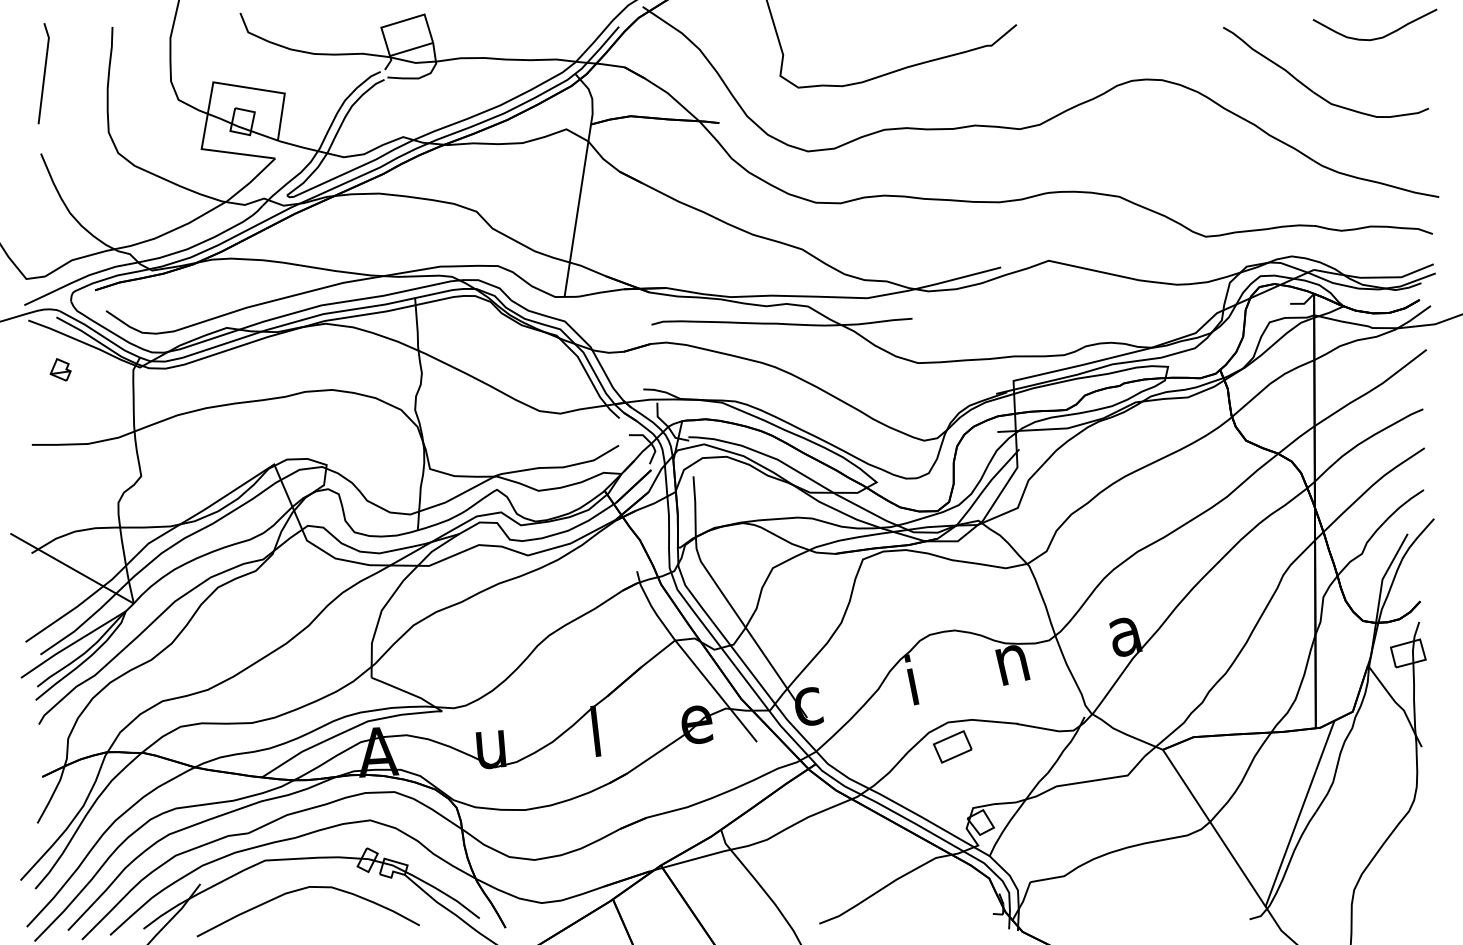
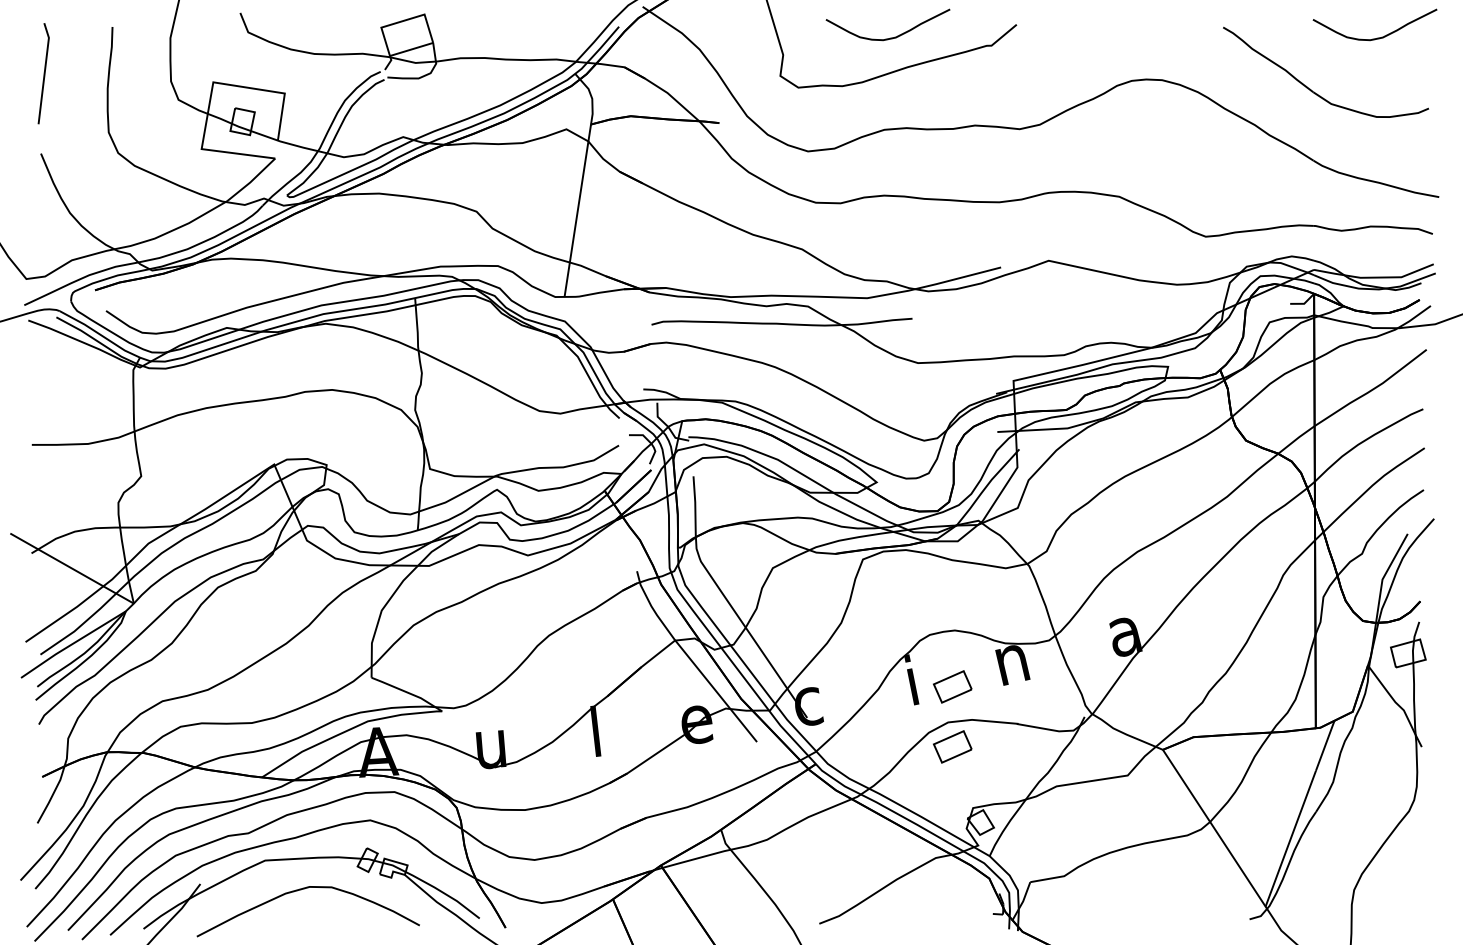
curve at (890, 37): none -> present
part at (60, 369): present -> none
part at (952, 686): none -> present
